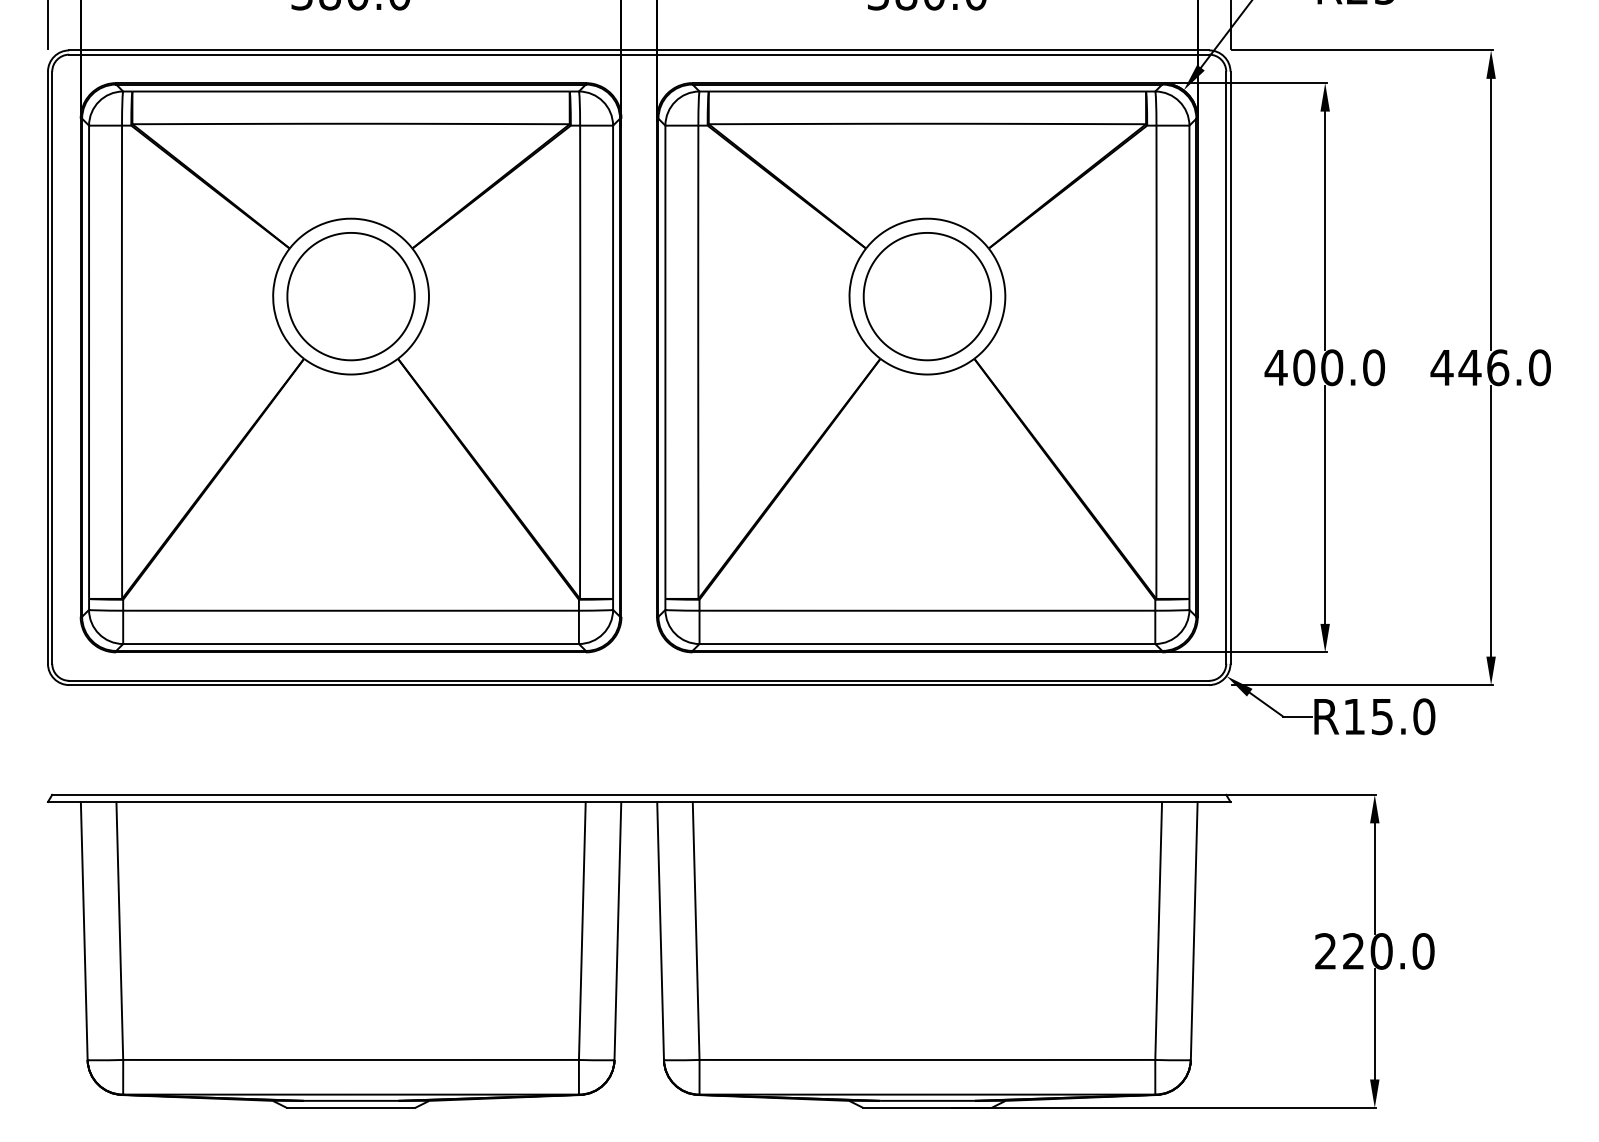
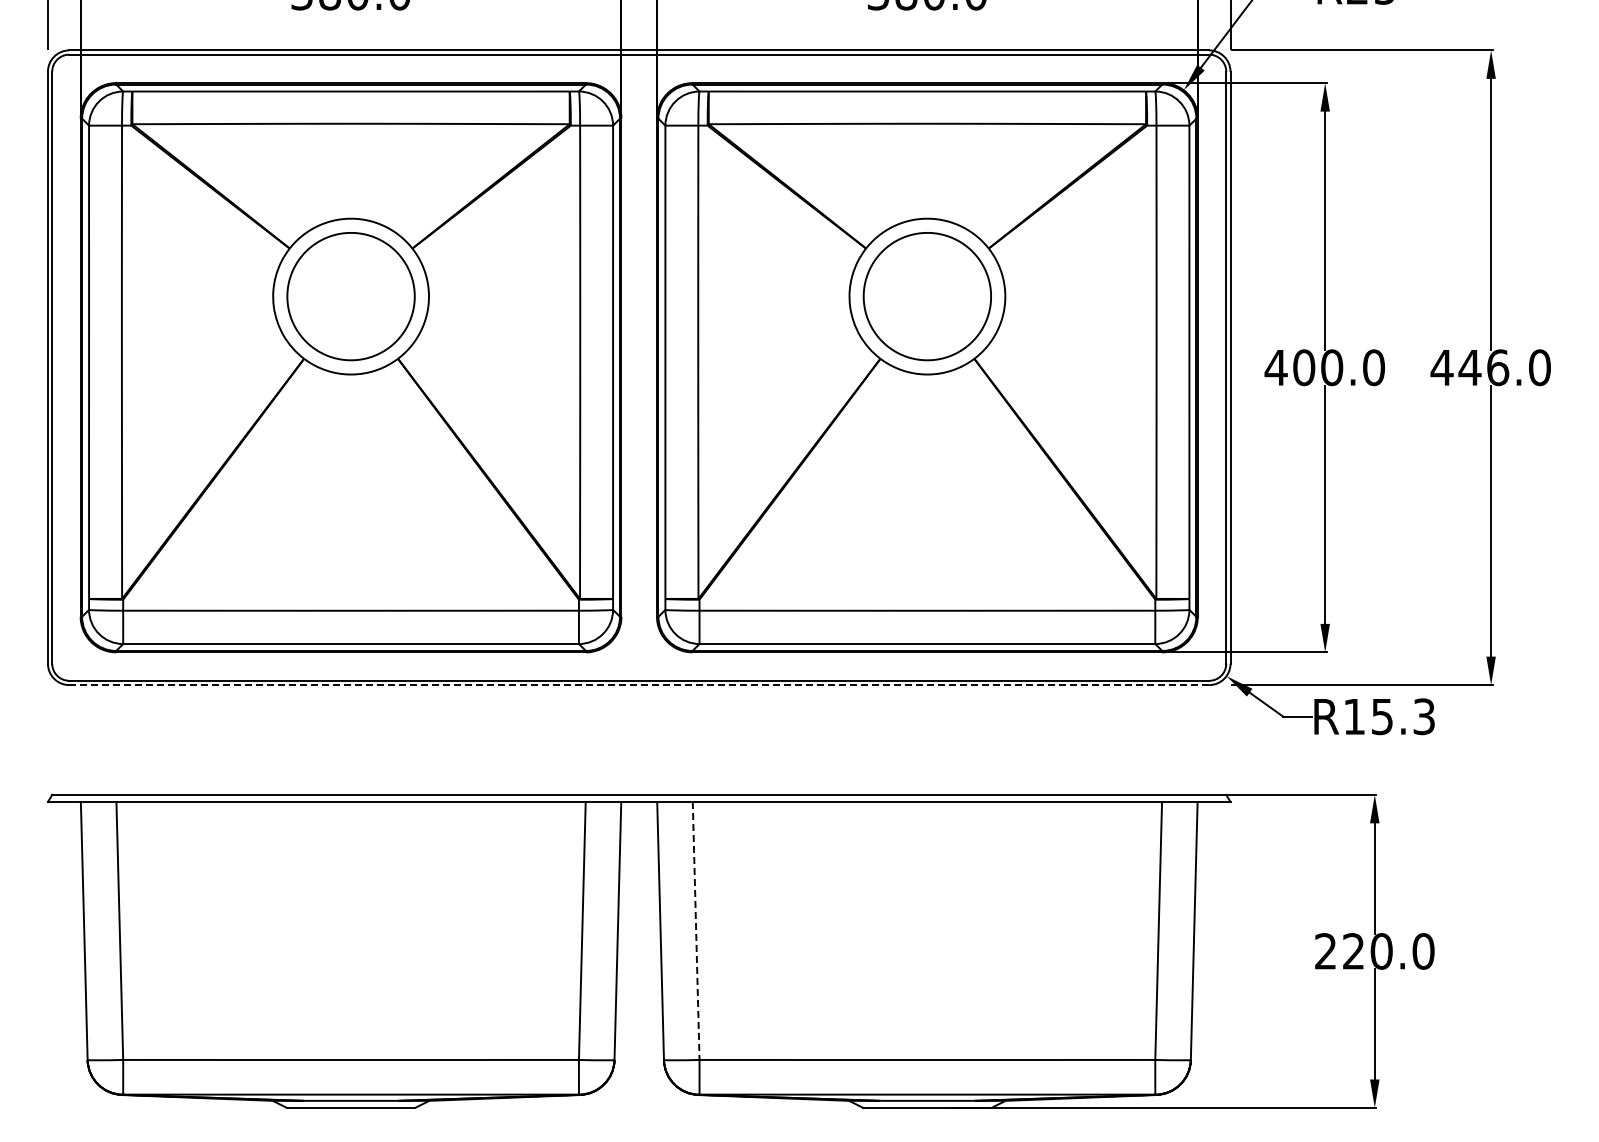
line at (639, 685): solid -> dashed
text at (1424, 716): R15.0 -> R15.3
line at (696, 931): solid -> dashed
